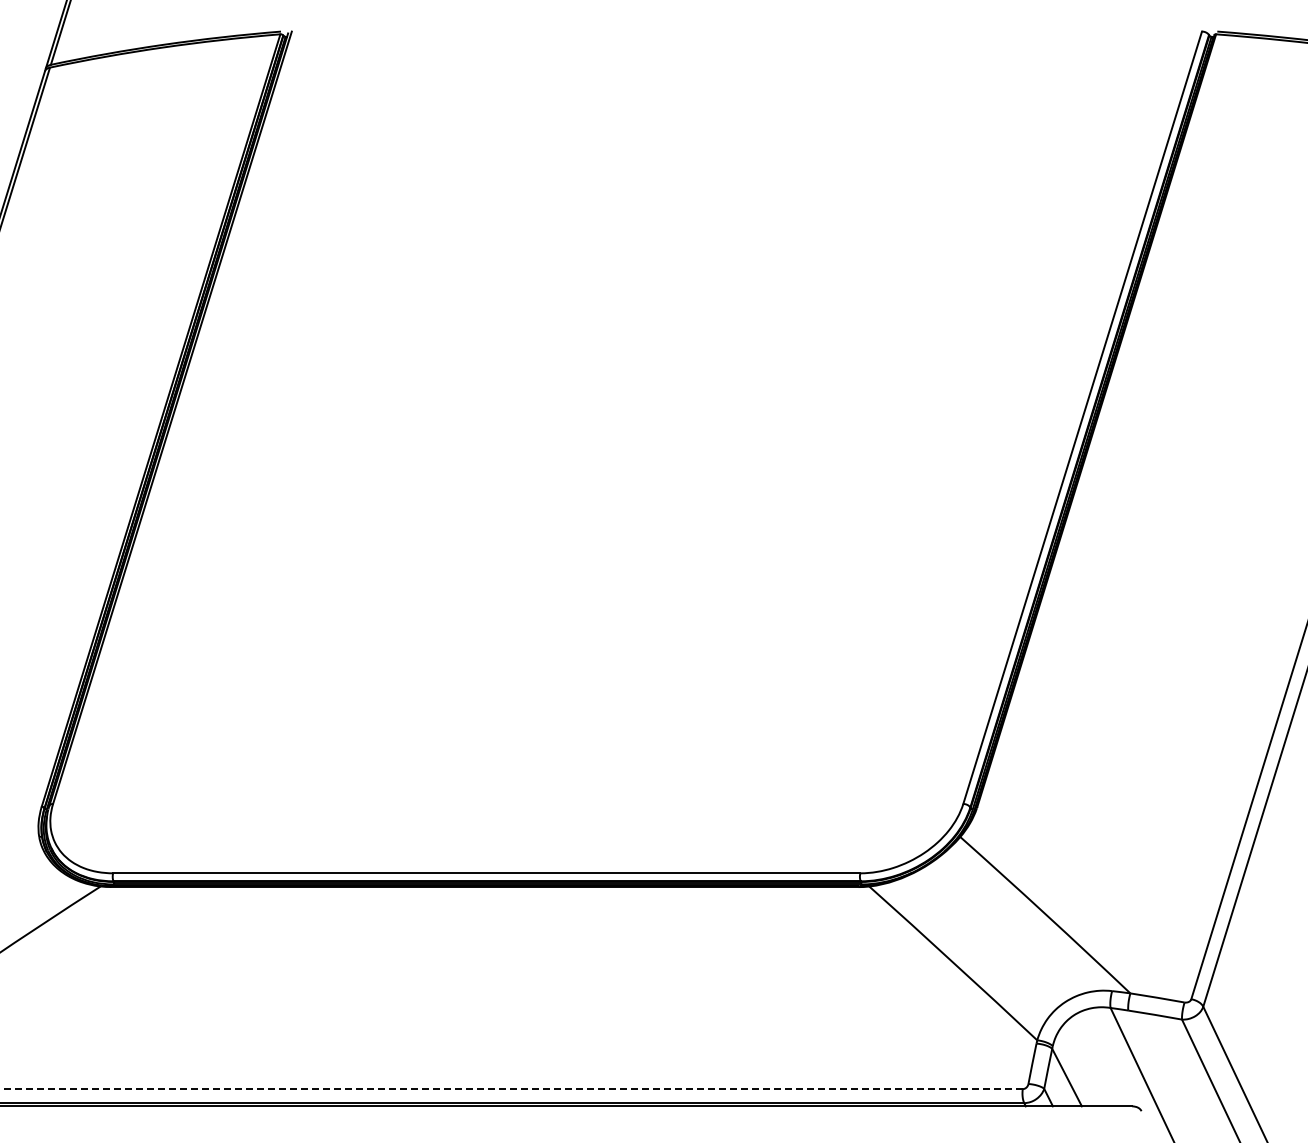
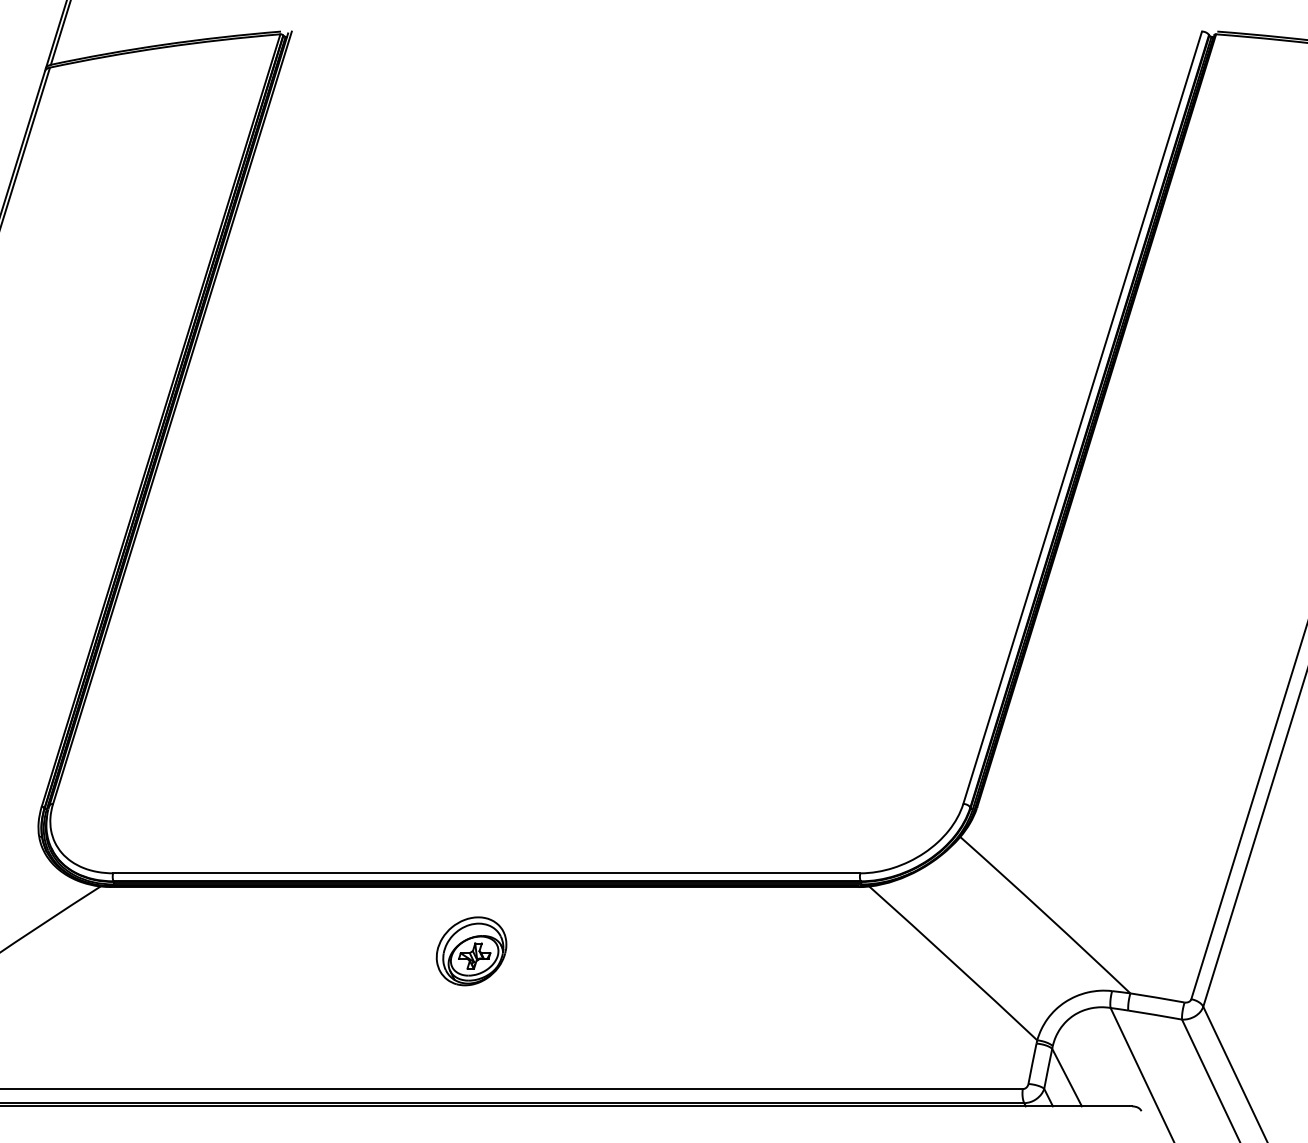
part at (471, 951): none -> present
line at (511, 1089): dashed -> solid
